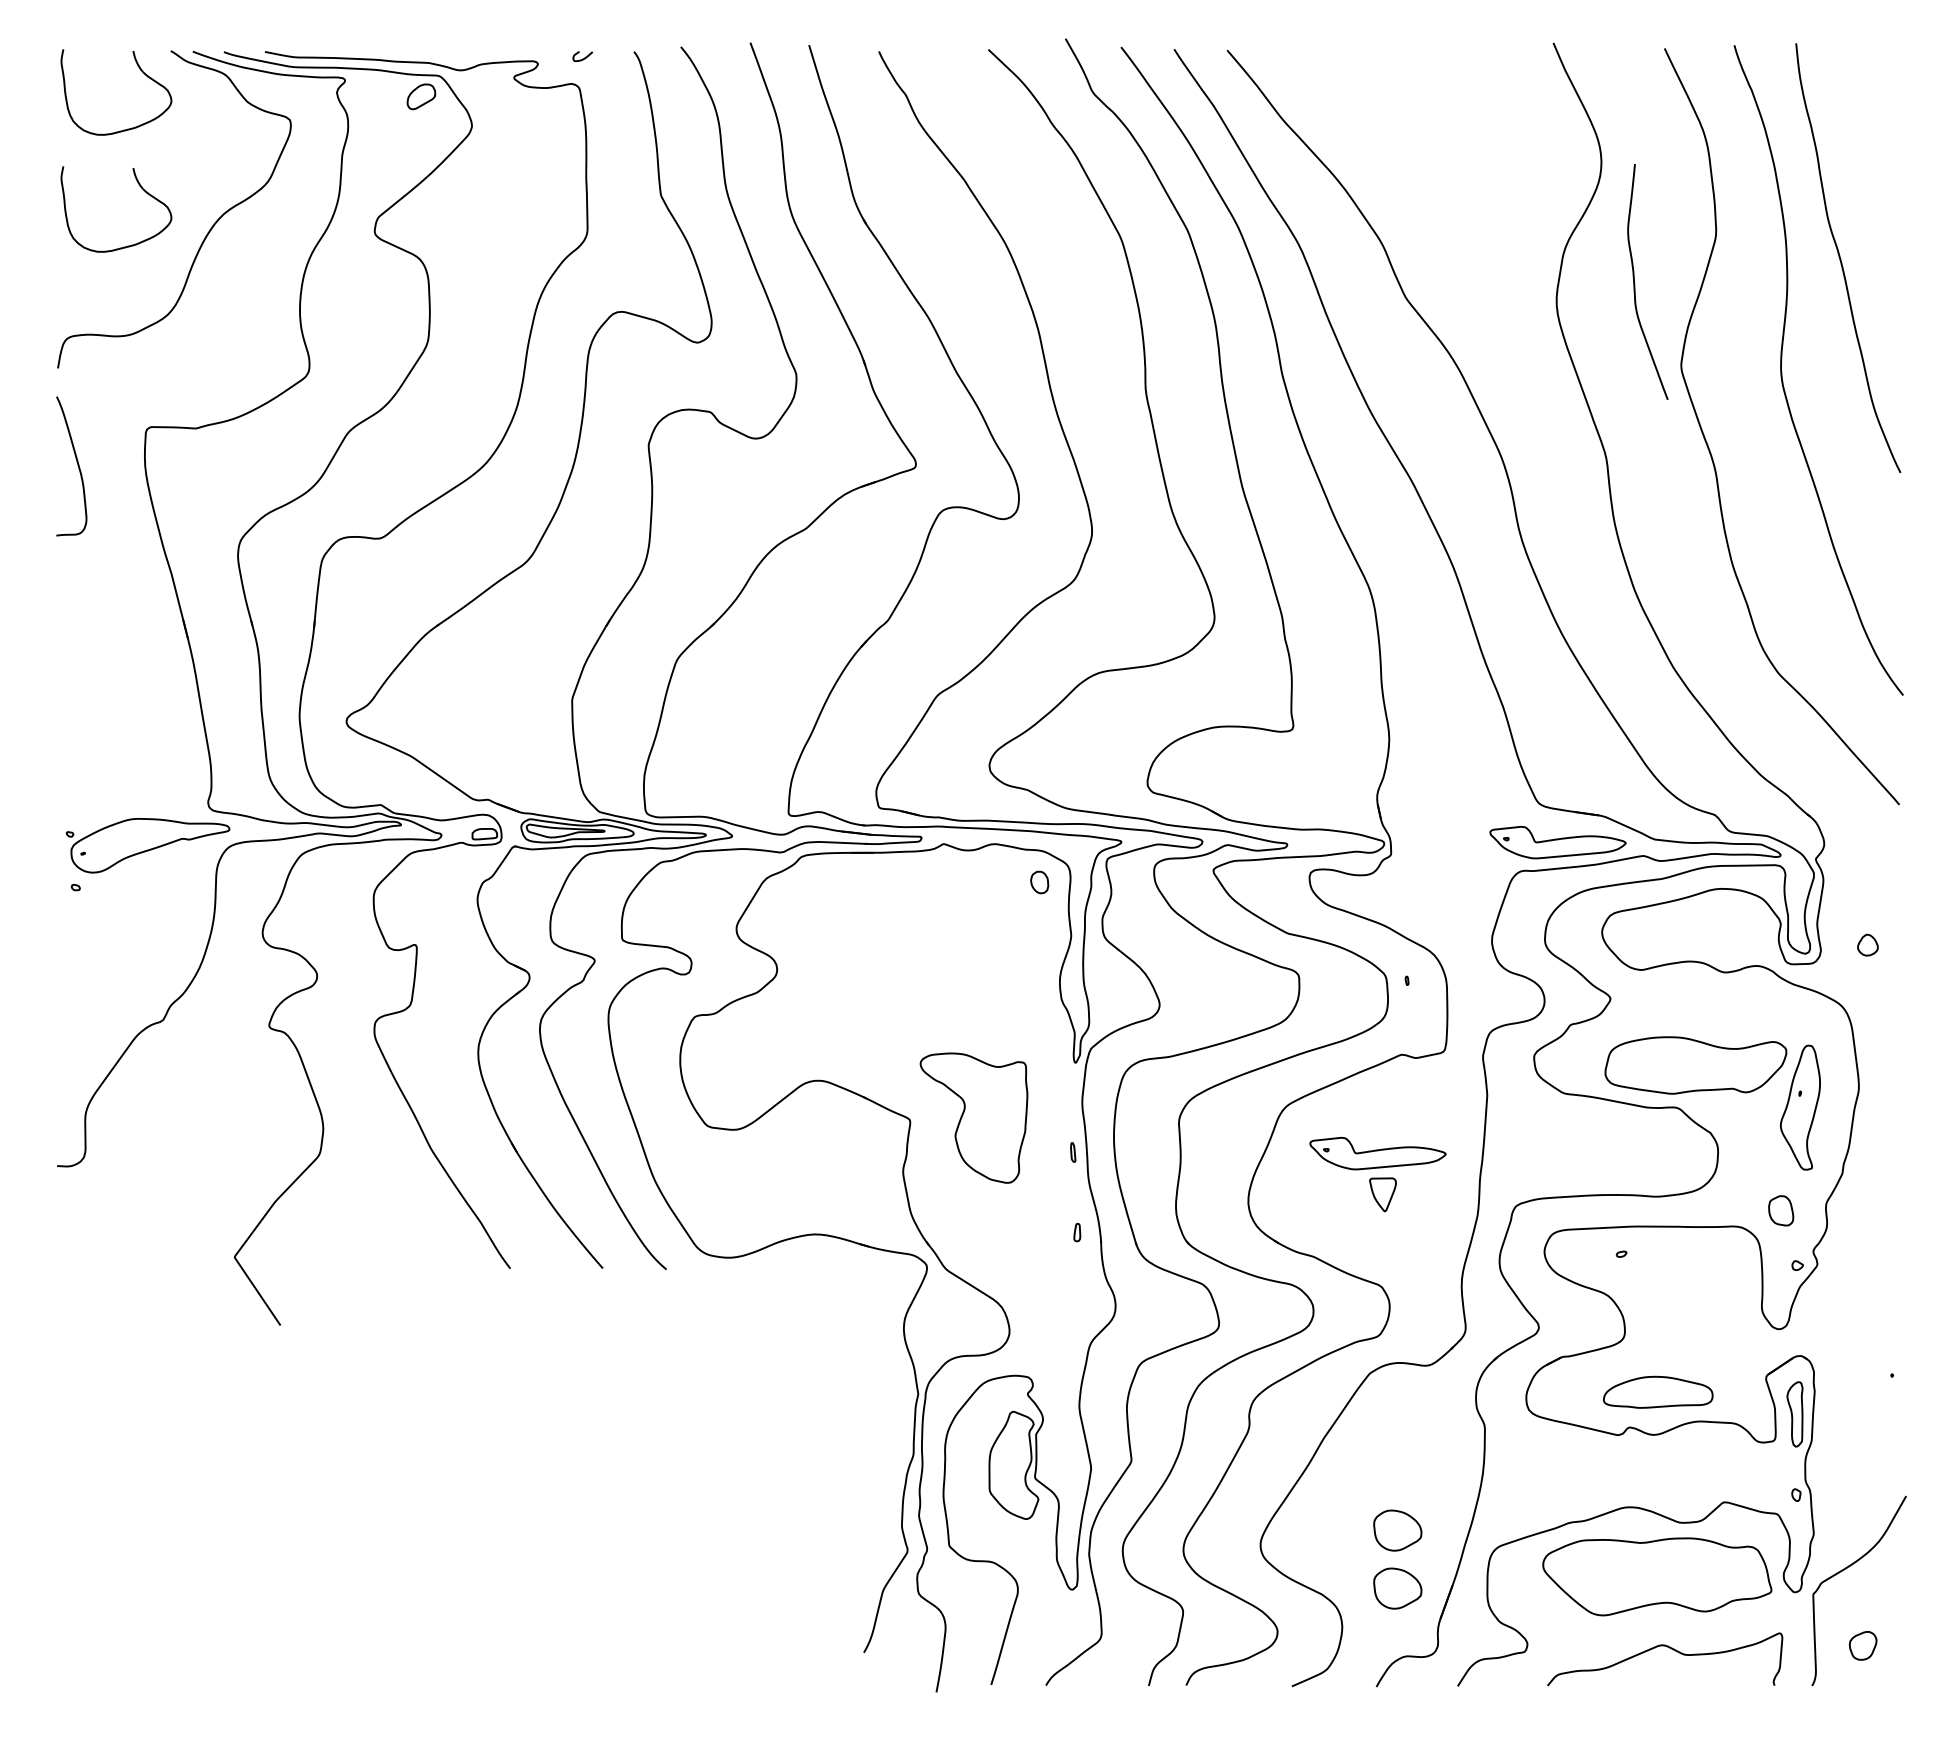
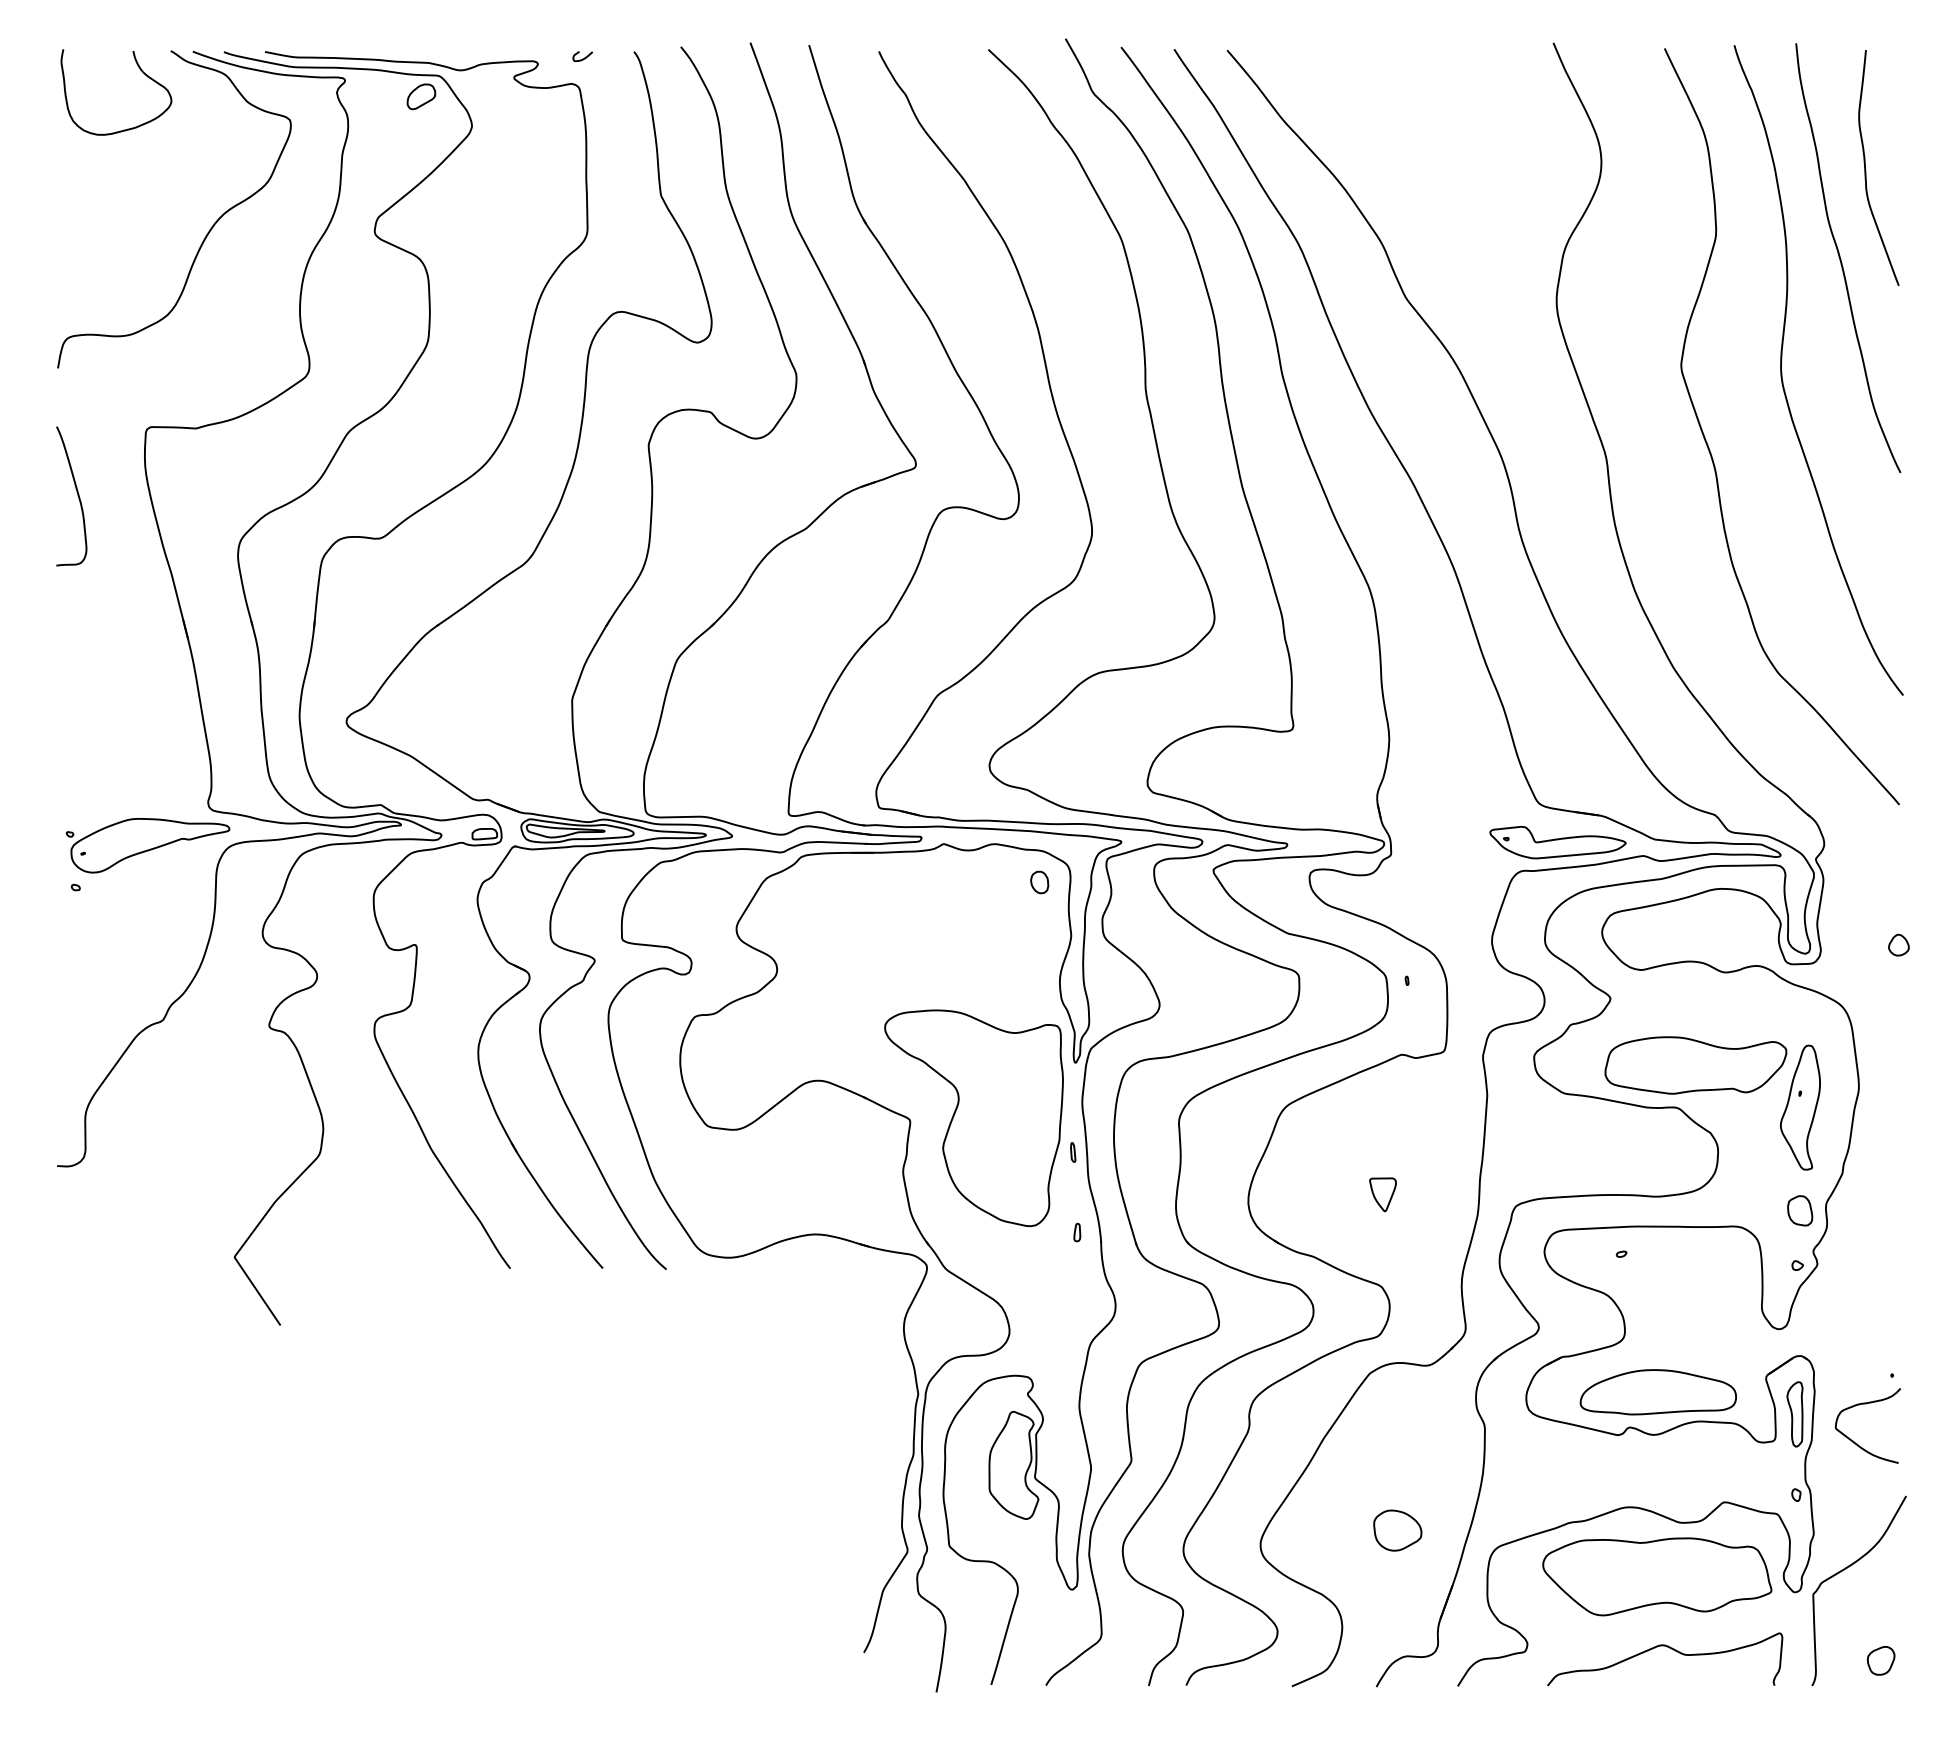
part at (139, 186): present -> none
curve at (1635, 283) position: (1635, 283) -> (1866, 169)
curve at (77, 465) position: (77, 465) -> (77, 495)
part at (1867, 944) position: (1867, 944) -> (1898, 944)
part at (973, 1117) size: 110x132 px -> 180x218 px
part at (1377, 1153): present -> none
part at (1781, 1210) position: (1781, 1210) -> (1800, 1210)
part at (1658, 1391) size: 111x34 px -> 158x47 px
curve at (1853, 1440): none -> present
part at (1397, 1588): present -> none
part at (1862, 1645) position: (1862, 1645) -> (1880, 1660)
